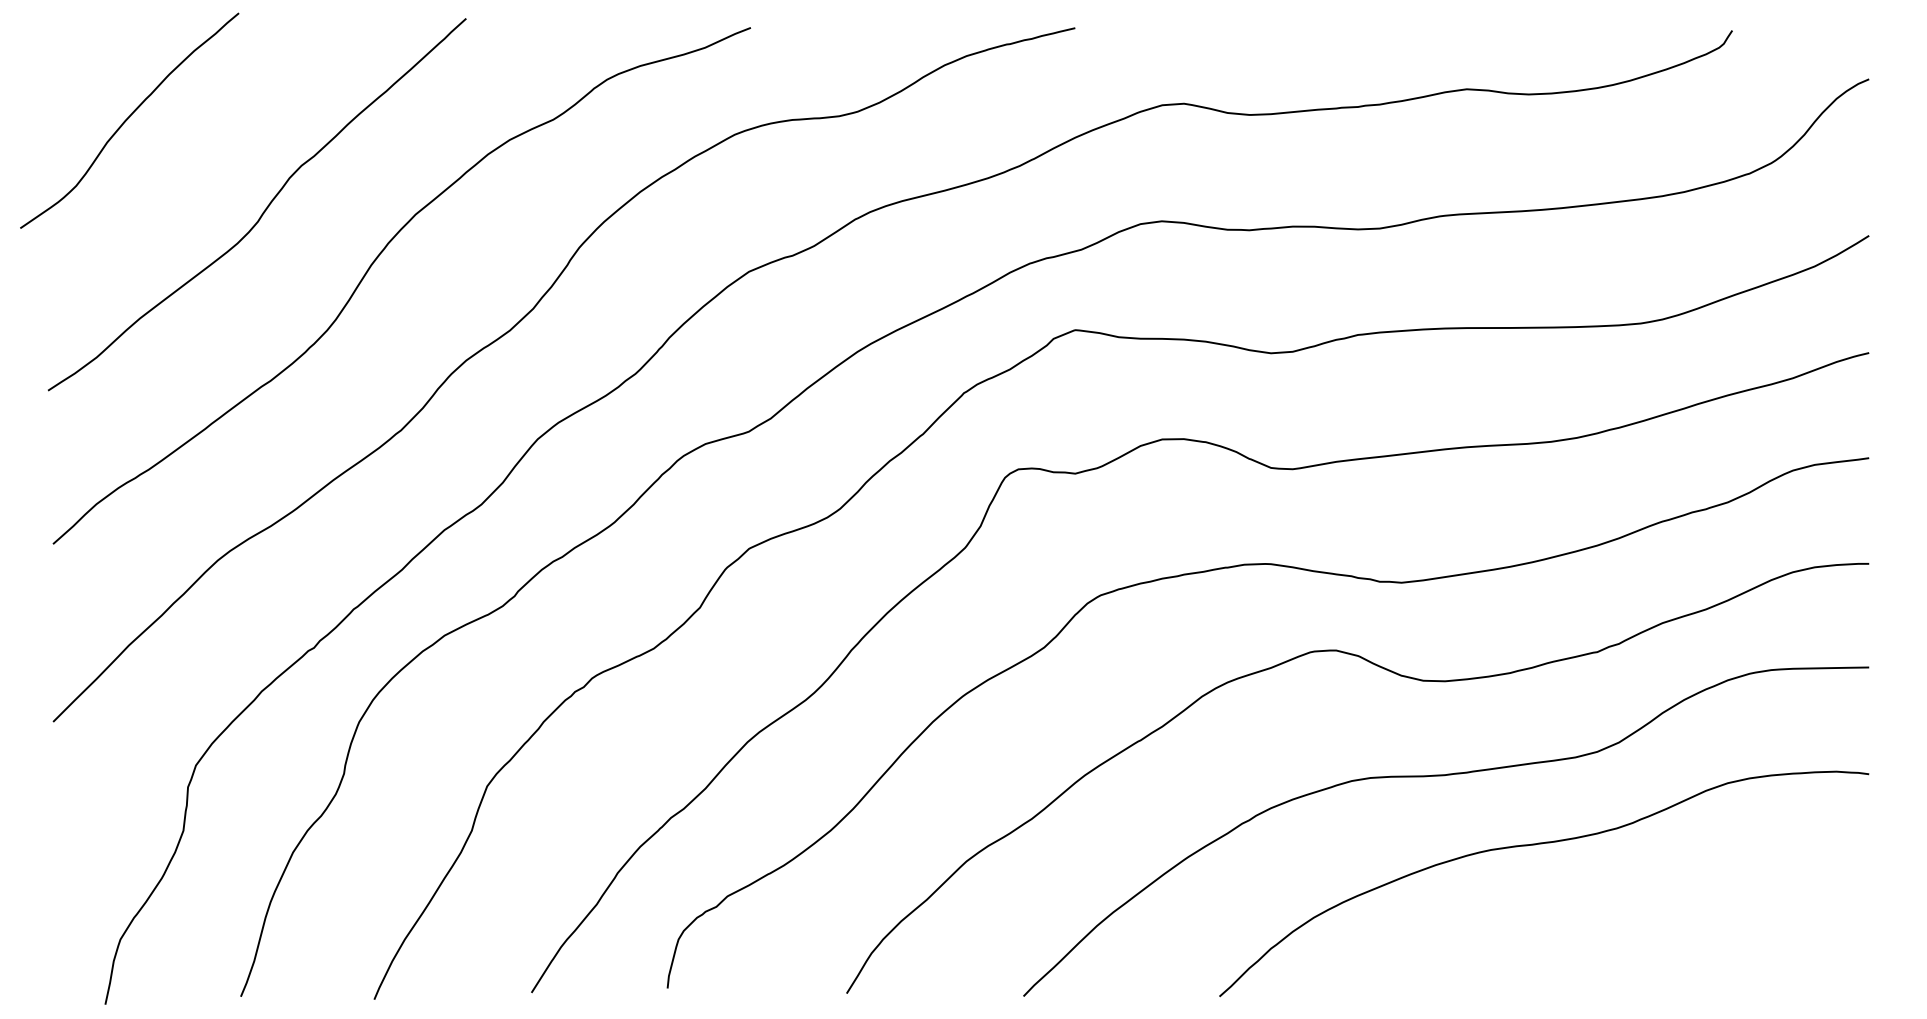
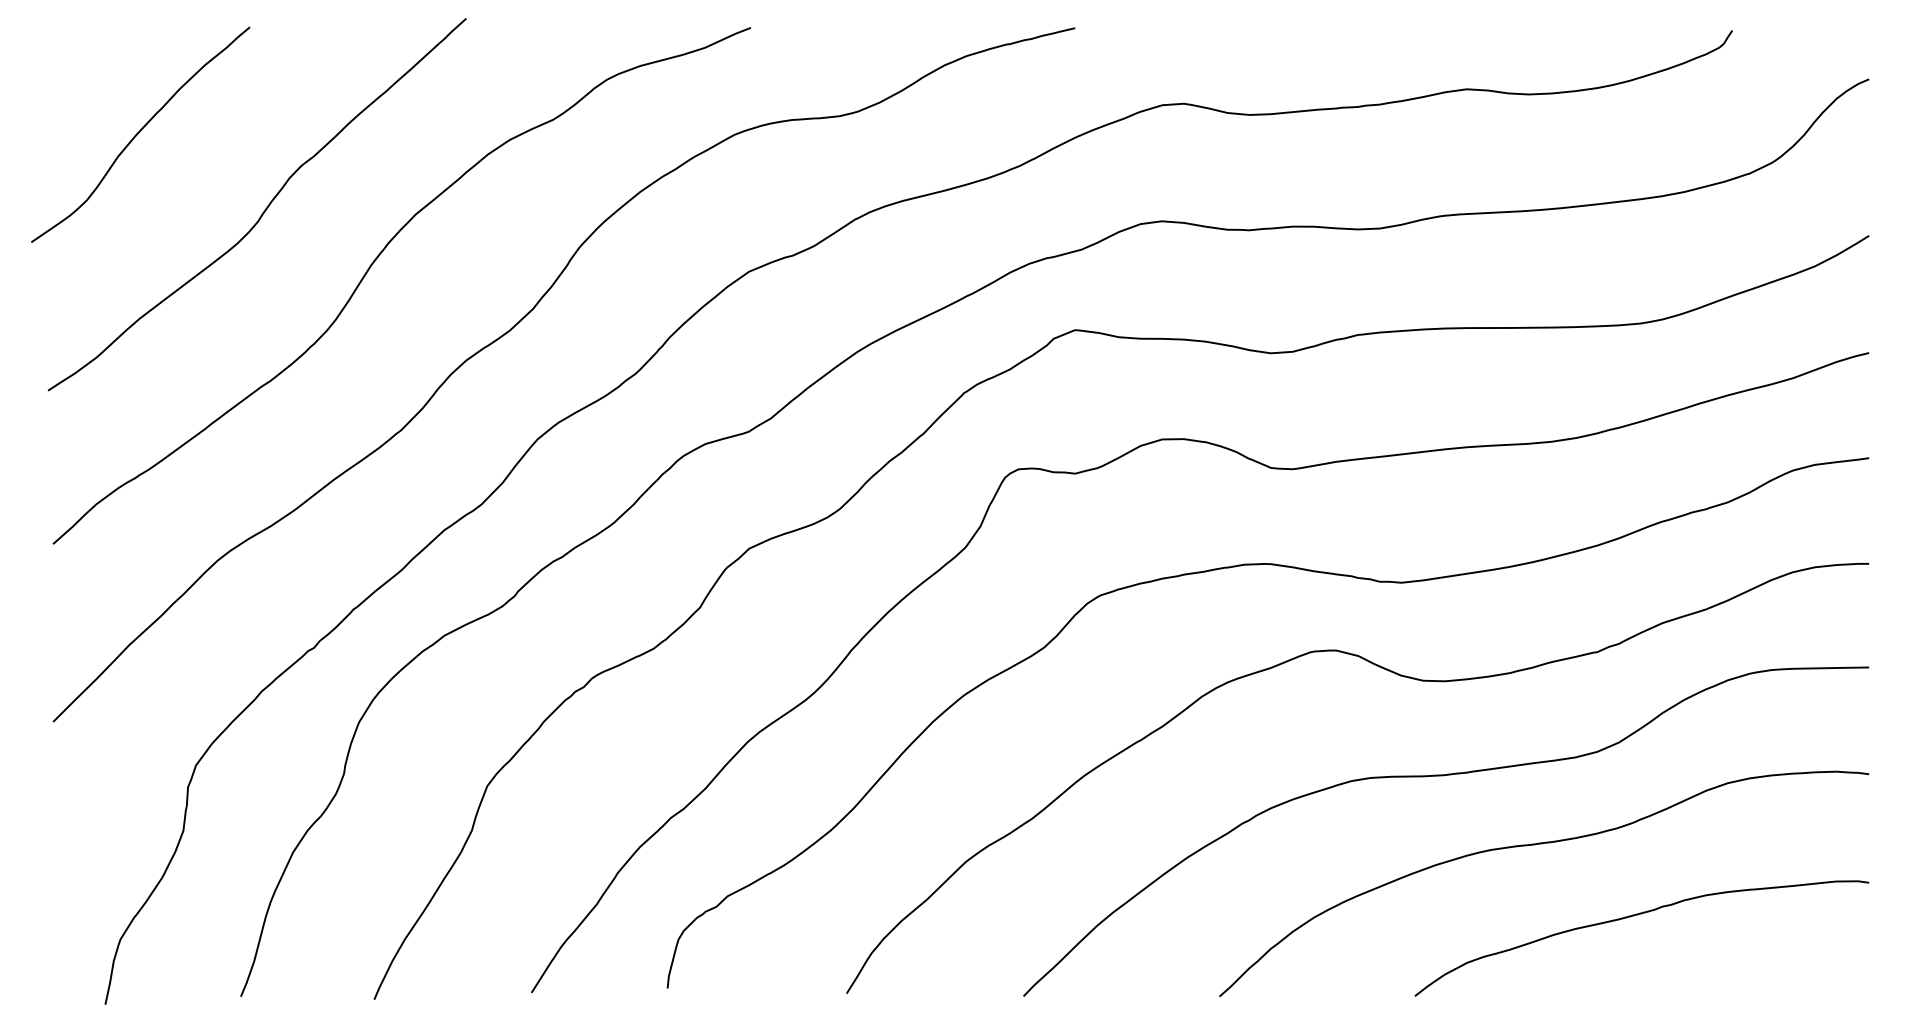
curve at (128, 119) position: (128, 119) -> (139, 133)
curve at (1634, 916): none -> present
